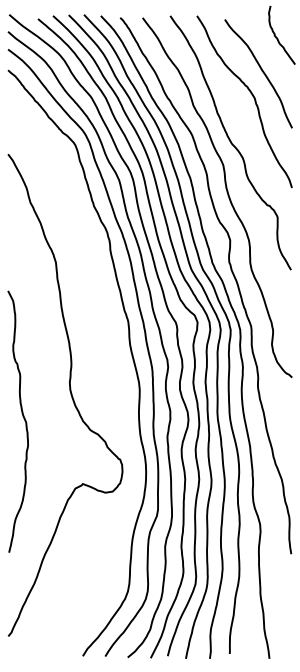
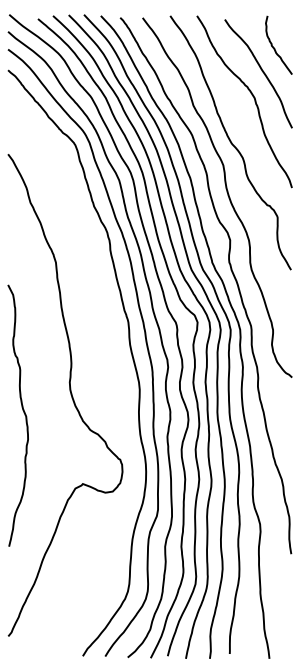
curve at (277, 37) position: (277, 37) -> (274, 47)
curve at (23, 419) position: (23, 419) -> (23, 413)
